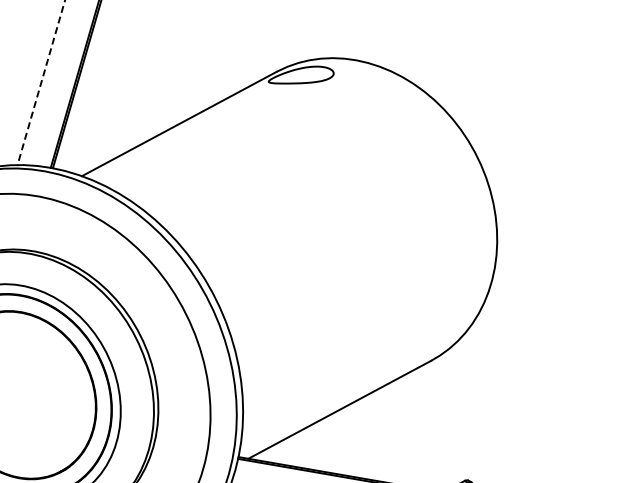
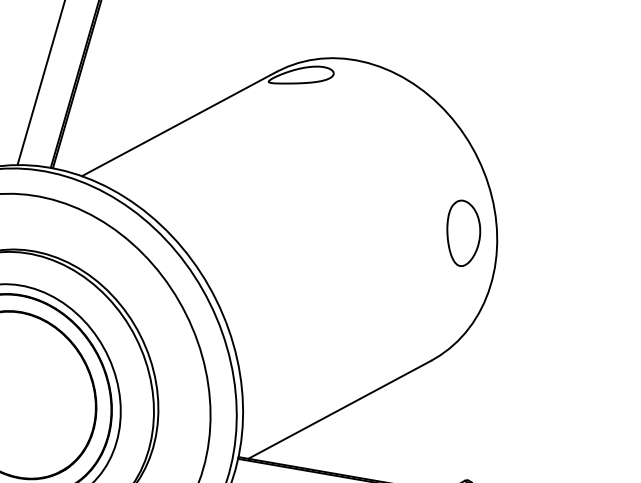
line at (41, 82): dashed -> solid
part at (463, 232): none -> present
